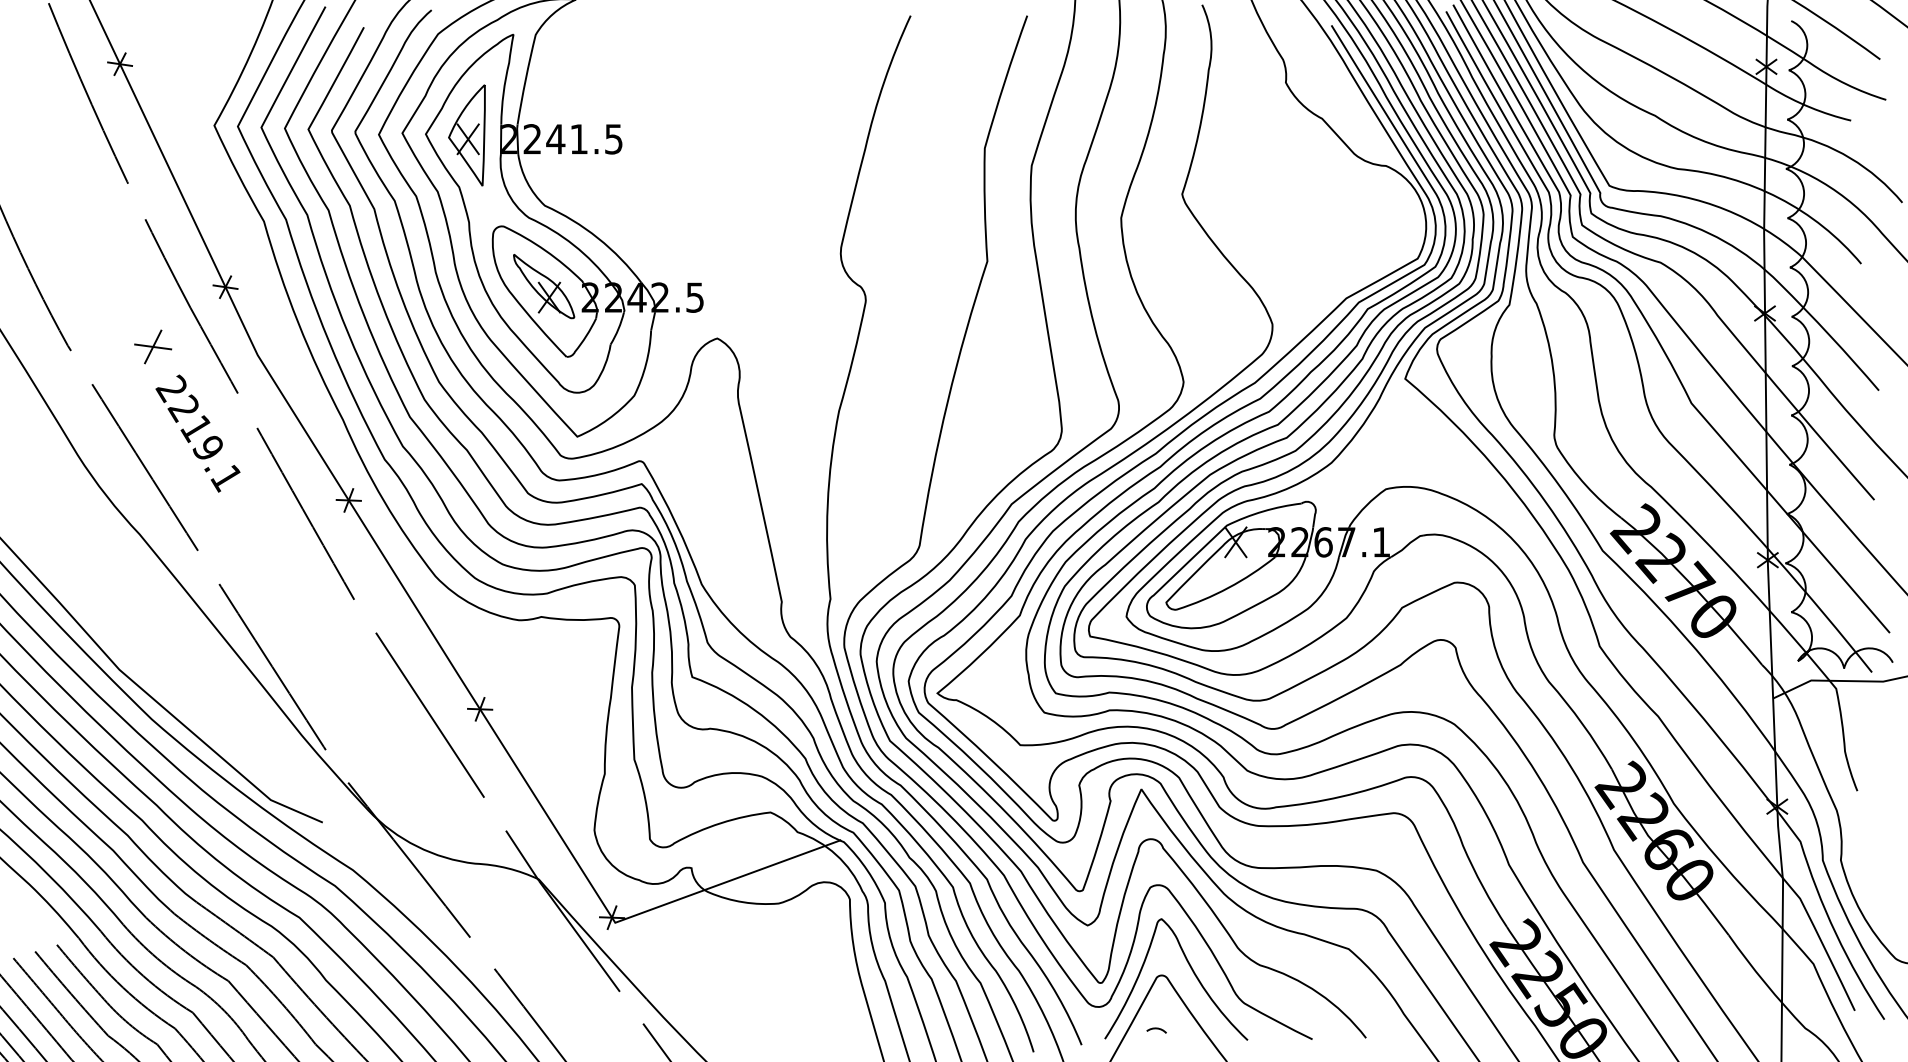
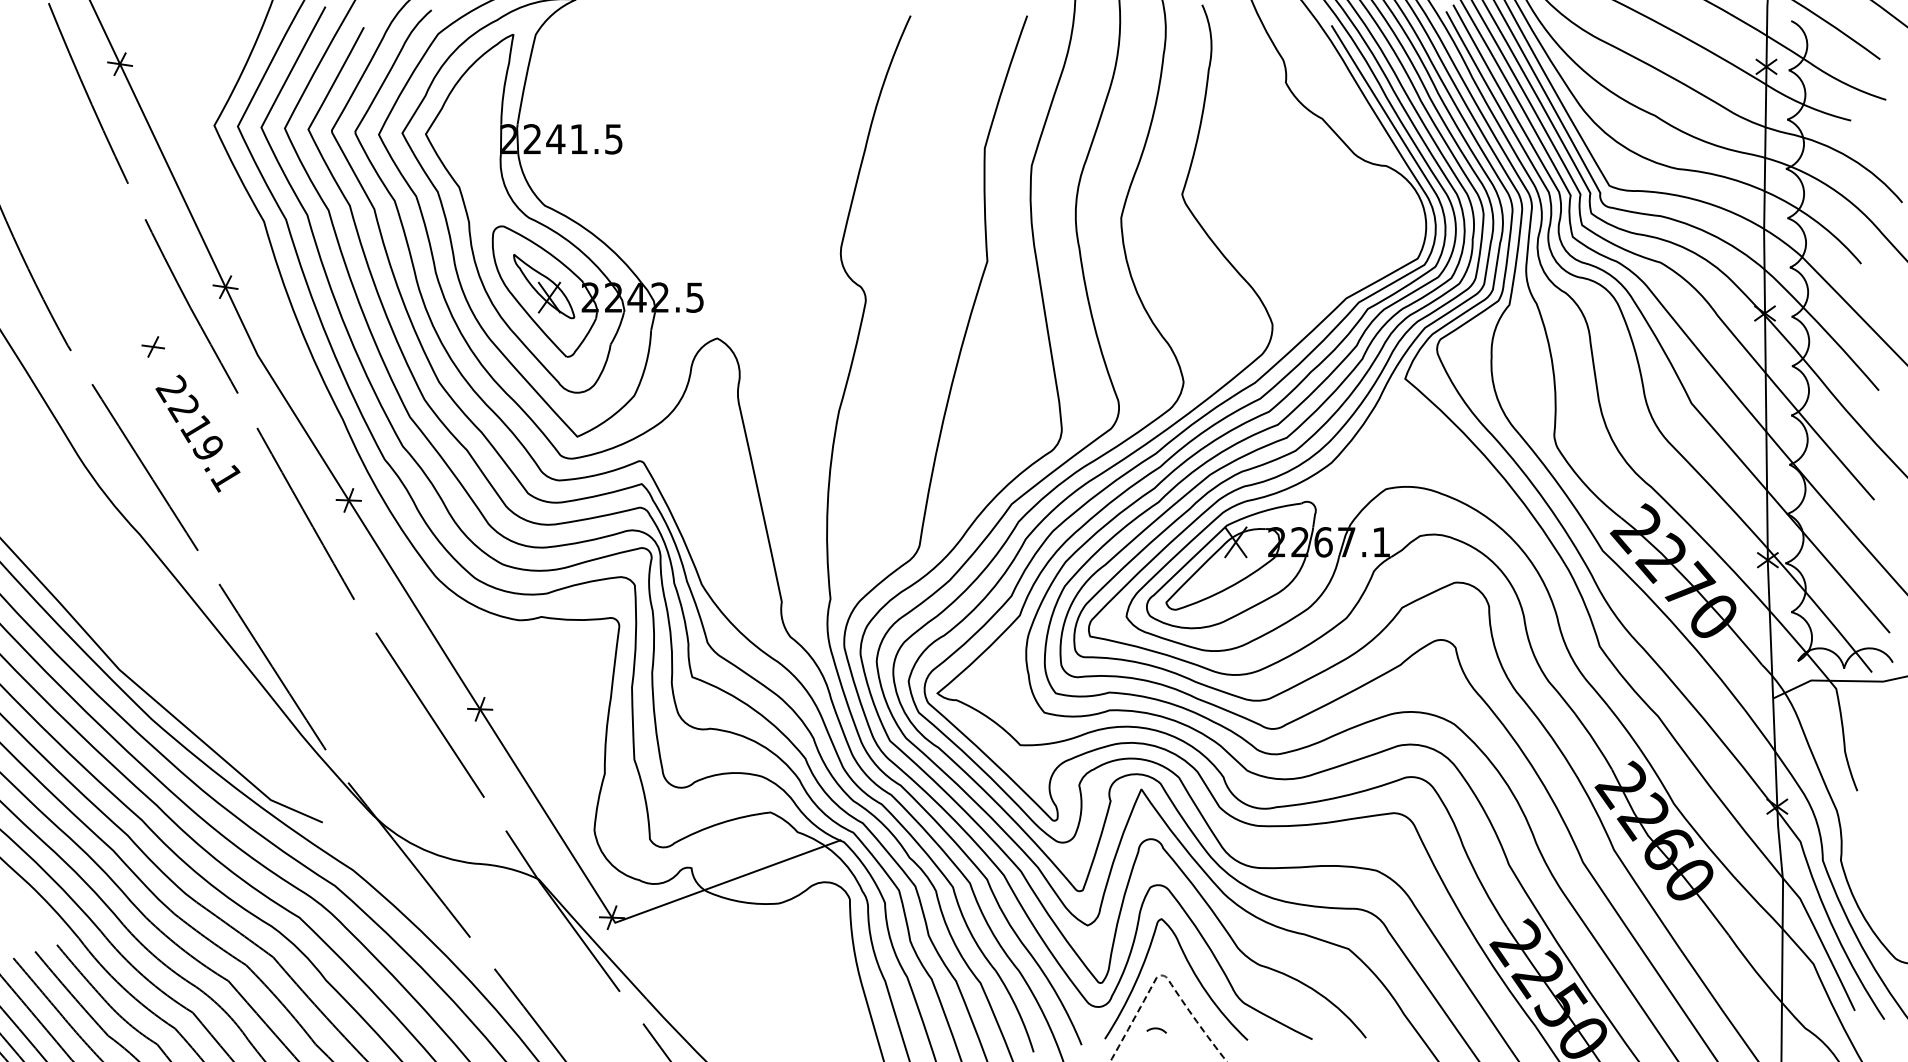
part at (466, 135): present -> none
part at (153, 346) size: 39x36 px -> 24x22 px
line at (1164, 975): solid -> dashed
